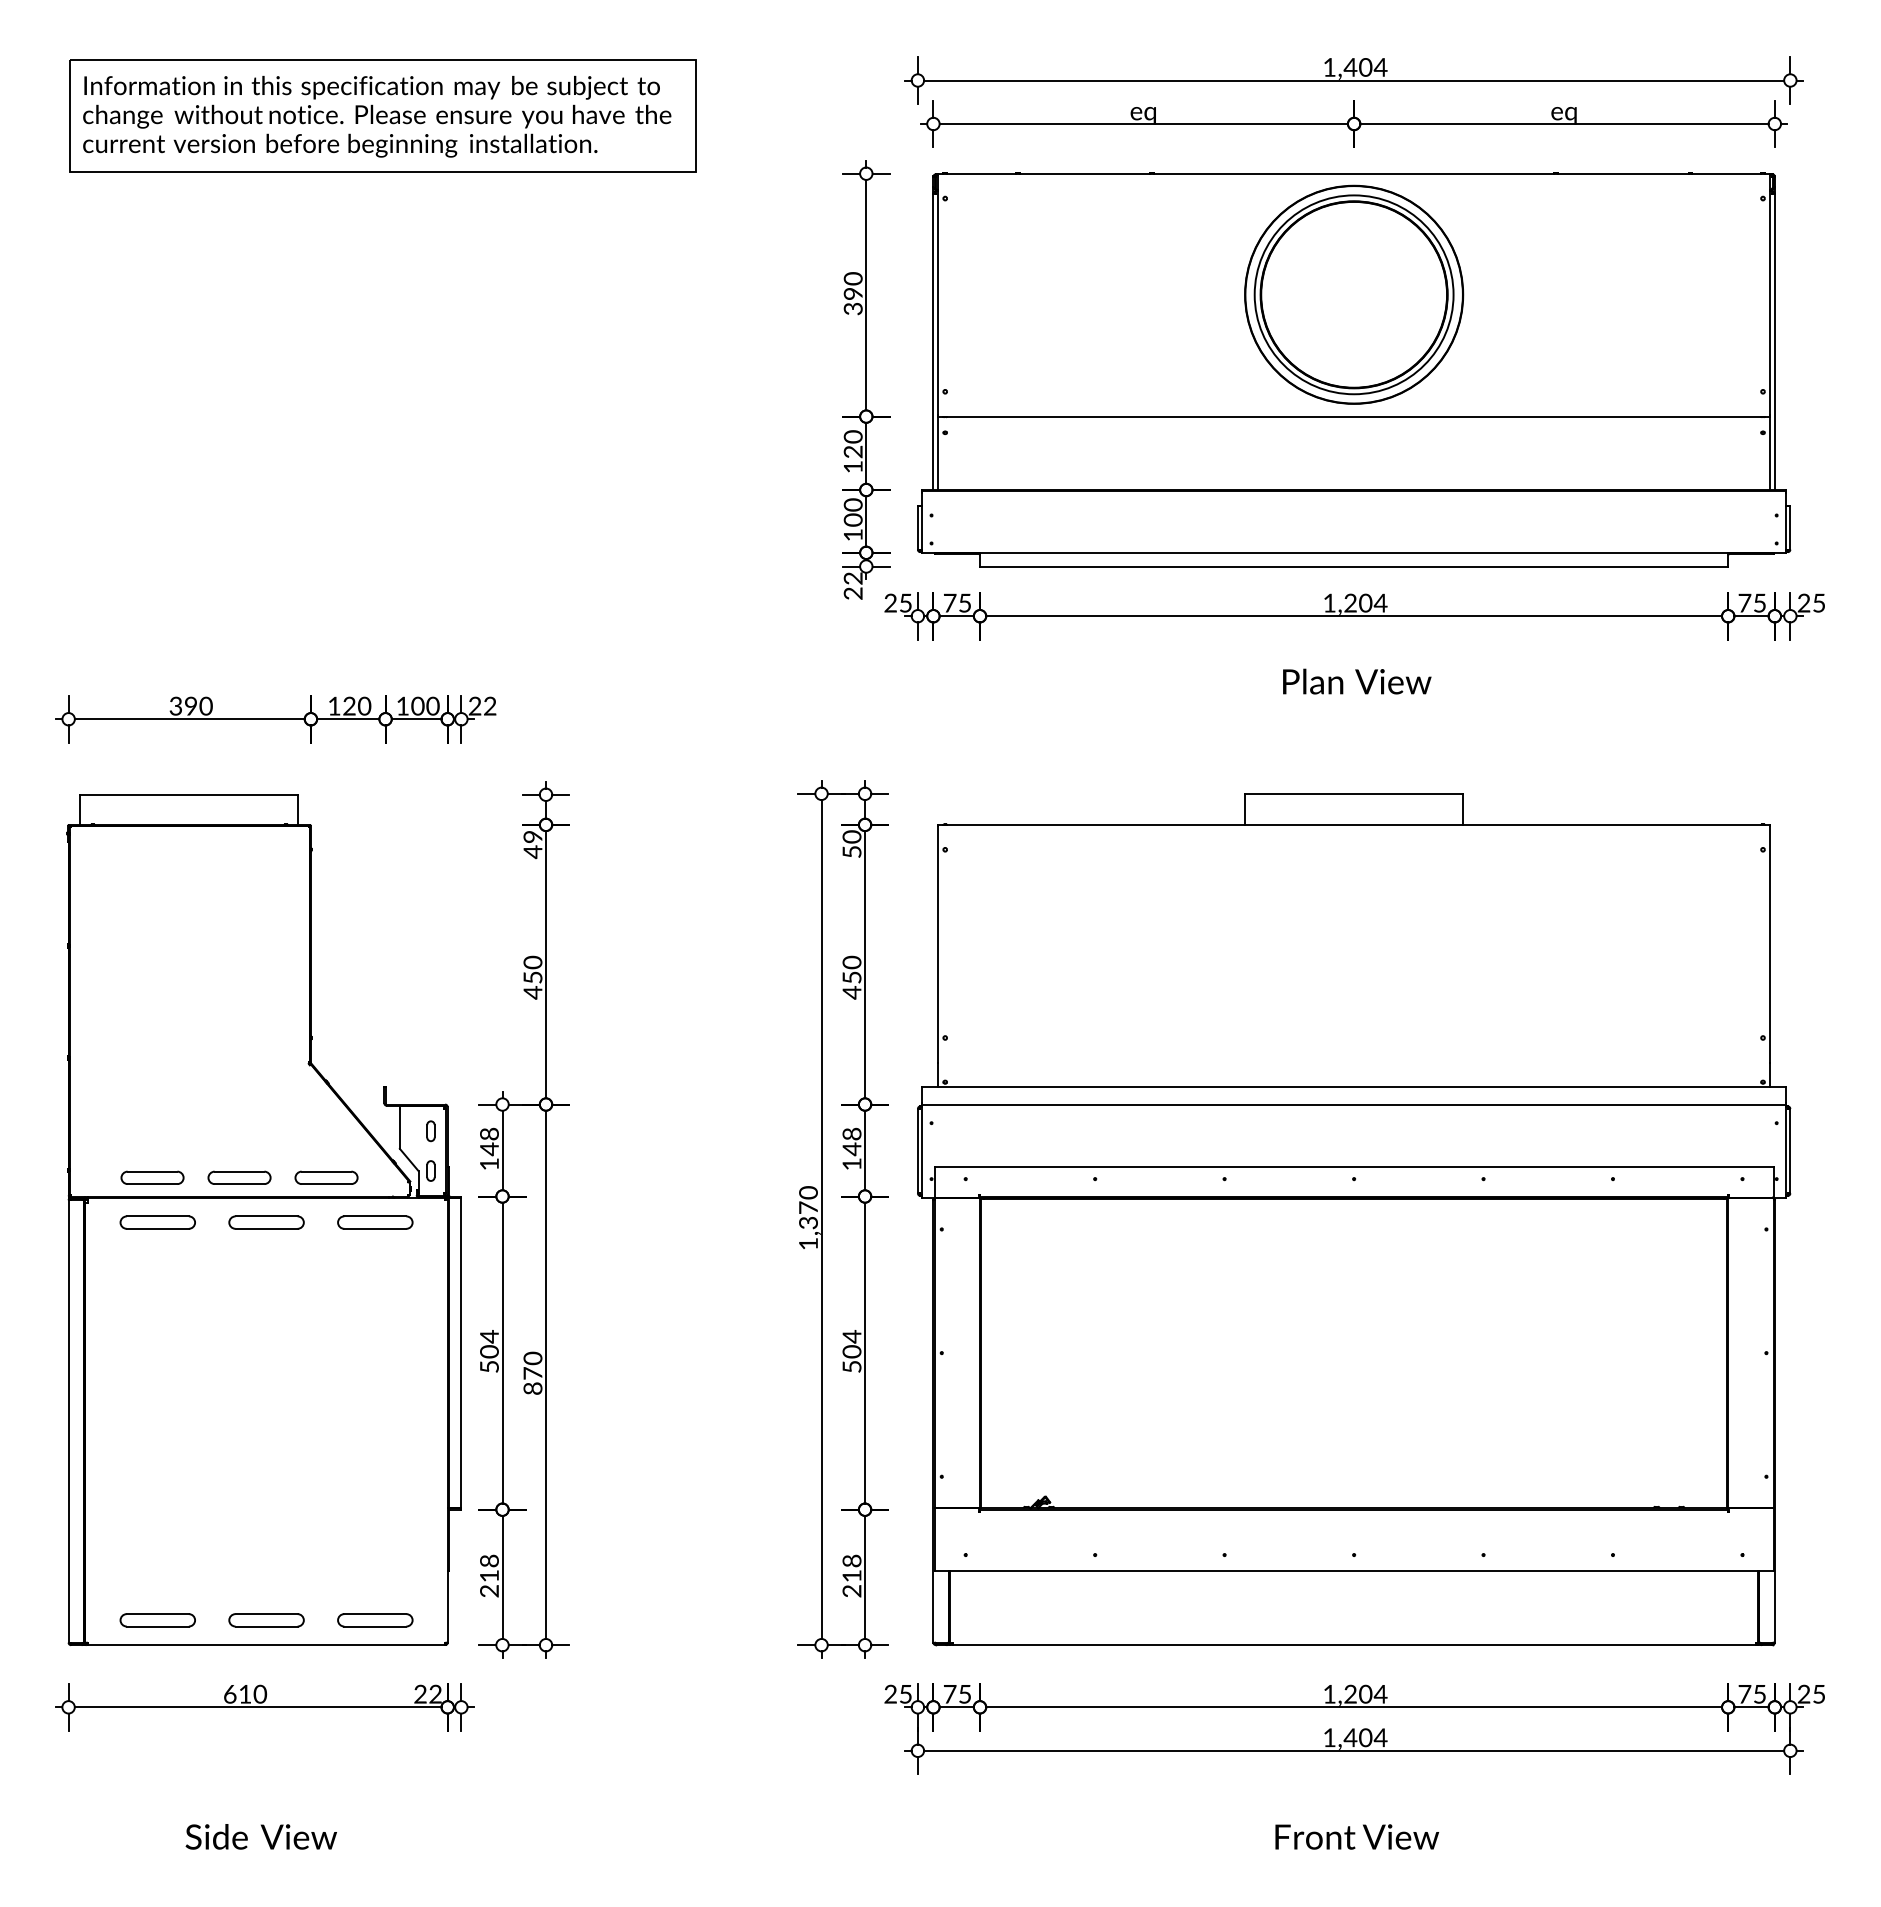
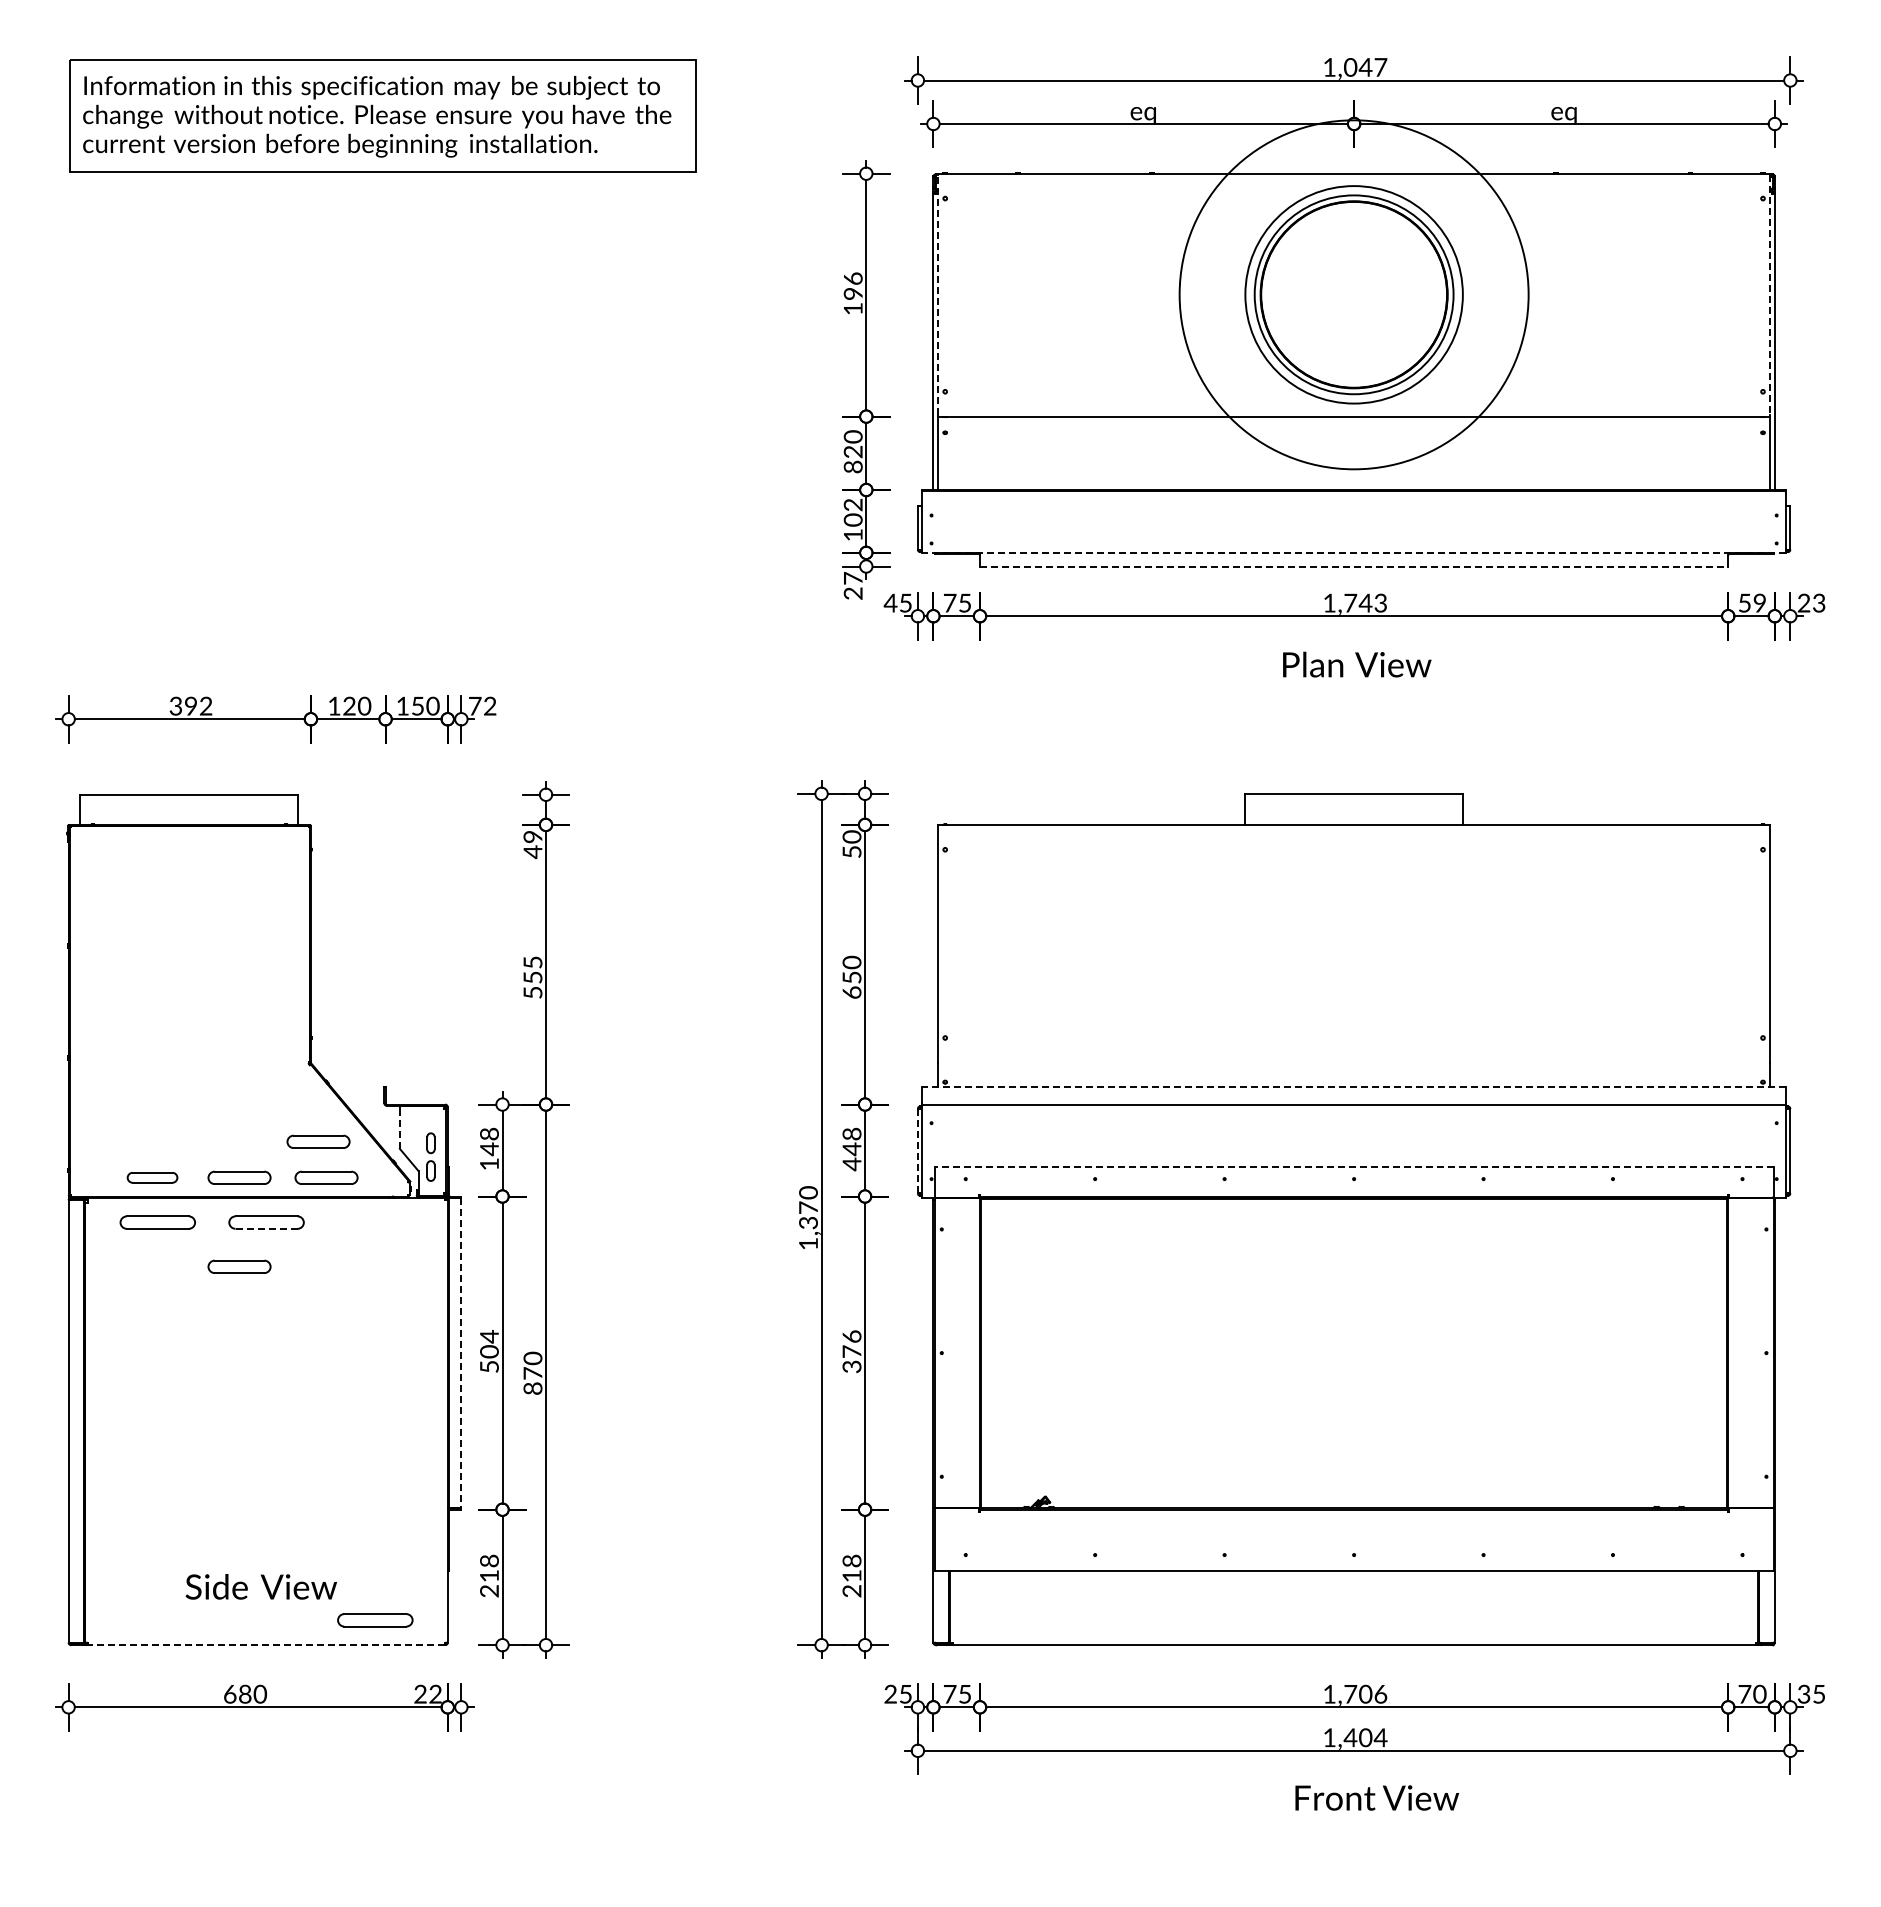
text at (1365, 67): 1,404 -> 1,047
text at (852, 293): 390 -> 196
line at (937, 294): solid -> dashed
circle at (1354, 294) diameter: 218 px -> 349 px
line at (1770, 295): solid -> dashed
text at (852, 466): 120 -> 820
text at (853, 504): 100 -> 102
line at (1354, 552): solid -> dashed
line at (1354, 566): solid -> dashed
text at (852, 578): 22 -> 27
text at (890, 602): 25 -> 45
text at (1365, 602): 1,204 -> 1,743
text at (1751, 602): 75 -> 59
text at (1819, 602): 25 -> 23
text at (1357, 681) position: (1357, 681) -> (1357, 664)
text at (417, 705): 100 -> 150
text at (474, 705): 22 -> 72
text at (205, 706): 390 -> 392
text at (532, 977): 450 -> 555
text at (852, 992): 450 -> 650
line at (1354, 1087): solid -> dashed
line at (399, 1128): solid -> dashed
part at (430, 1131) position: (430, 1131) -> (430, 1143)
part at (318, 1141): none -> present
line at (917, 1150): solid -> dashed
text at (851, 1164): 148 -> 448
line at (1353, 1166): solid -> dashed
part at (152, 1177) size: 65x15 px -> 53x12 px
part at (375, 1222): present -> none
line at (266, 1228): solid -> dashed
part at (239, 1266): none -> present
text at (851, 1351): 504 -> 376
line at (461, 1353): solid -> dashed
part at (157, 1620): present -> none
part at (266, 1620): present -> none
line at (266, 1645): solid -> dashed
text at (245, 1693): 610 -> 680
text at (1365, 1693): 1,204 -> 1,706
text at (1759, 1693): 75 -> 70
text at (1803, 1696): 25 -> 35
text at (260, 1836) position: (260, 1836) -> (260, 1586)
text at (1357, 1836) position: (1357, 1836) -> (1377, 1797)
